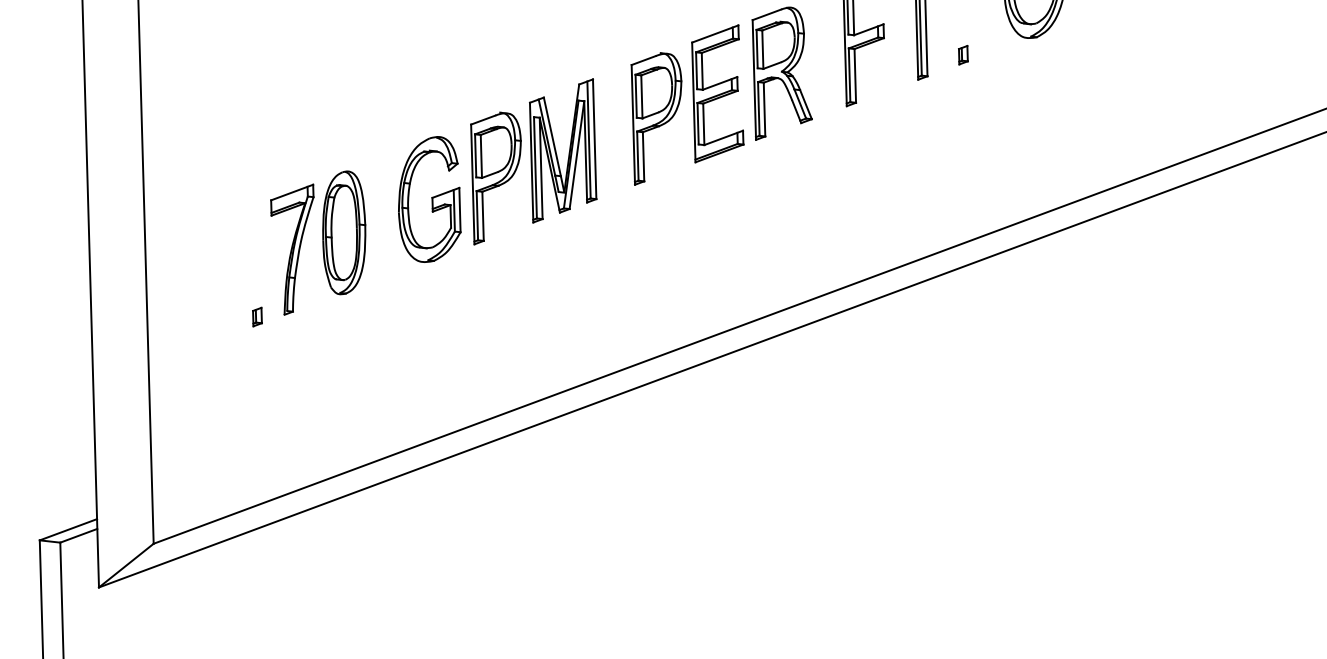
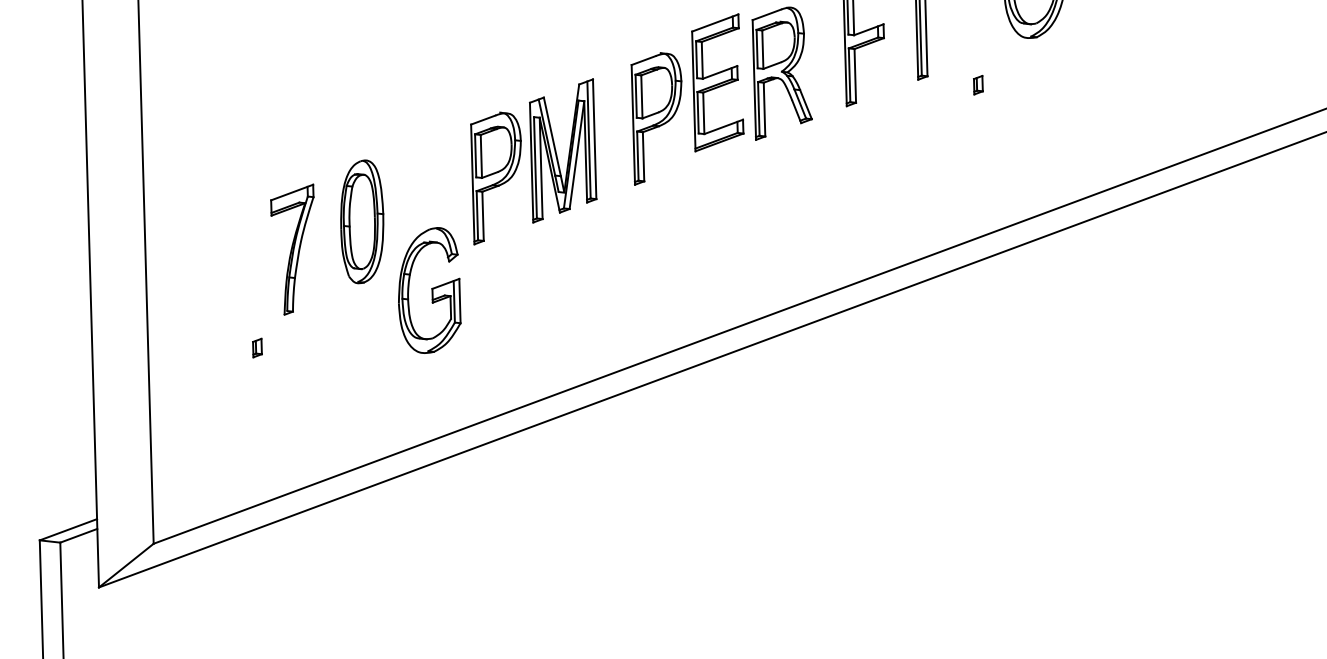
part at (963, 55) position: (963, 55) -> (978, 85)
part at (717, 93) position: (717, 93) -> (717, 82)
part at (429, 199) position: (429, 199) -> (429, 290)
part at (344, 232) position: (344, 232) -> (362, 221)
part at (257, 316) position: (257, 316) -> (257, 347)
